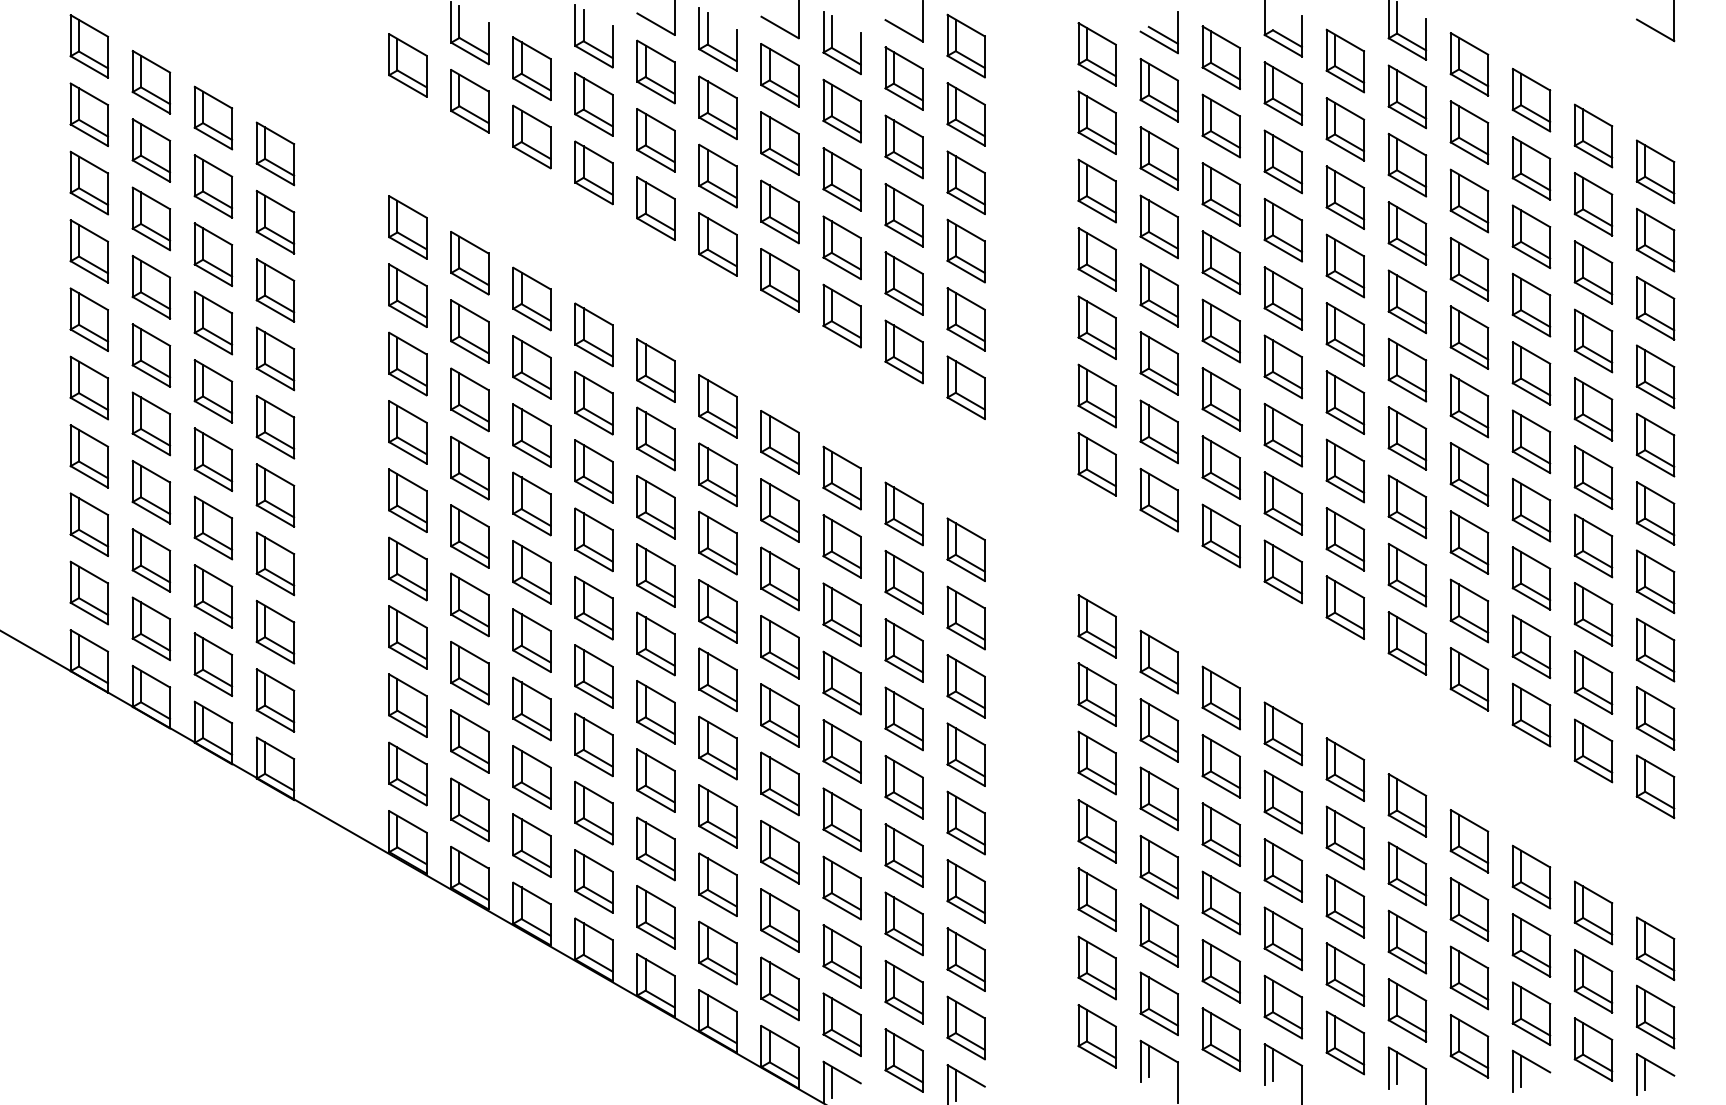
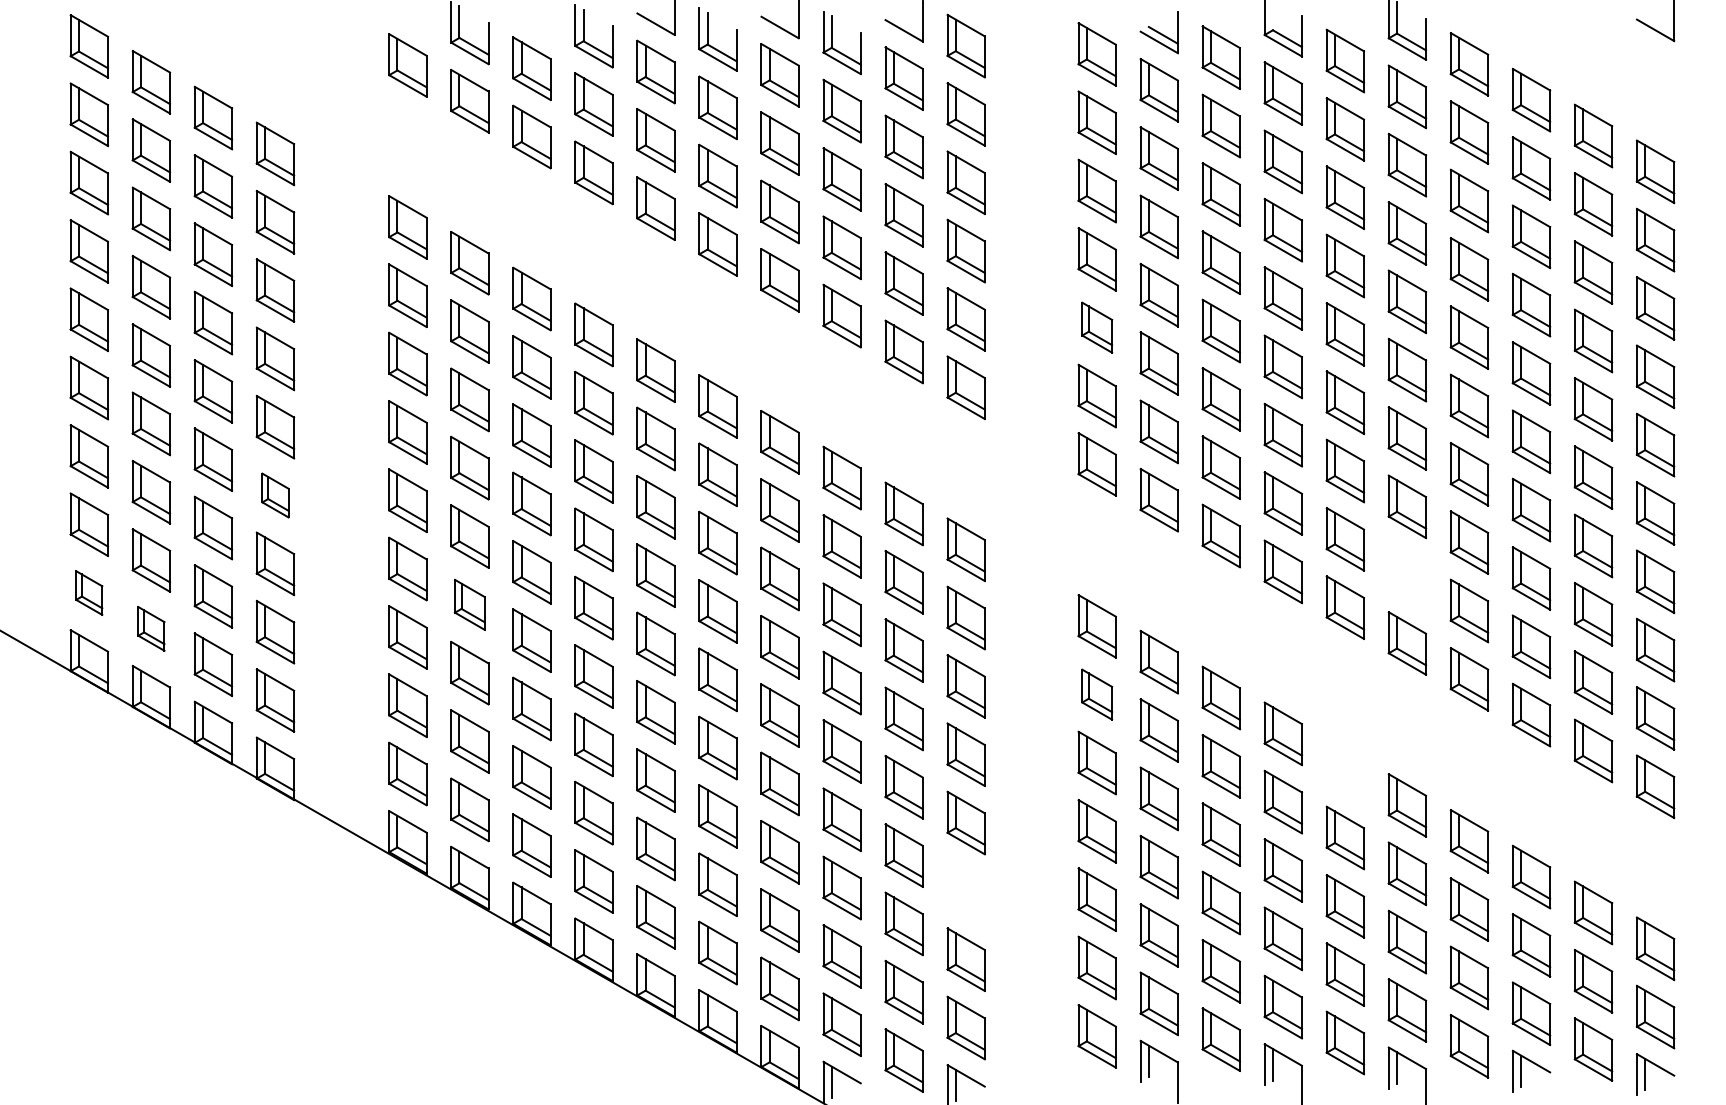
part at (1096, 327) size: 40x65 px -> 33x53 px
part at (275, 495) size: 41x65 px -> 29x47 px
part at (1407, 574): present -> none
part at (88, 592) size: 40x66 px -> 29x46 px
part at (469, 604) size: 40x66 px -> 33x53 px
part at (151, 628) size: 41x66 px -> 29x46 px
part at (1096, 694) size: 40x65 px -> 33x53 px
part at (1345, 769): present -> none
part at (965, 891): present -> none
